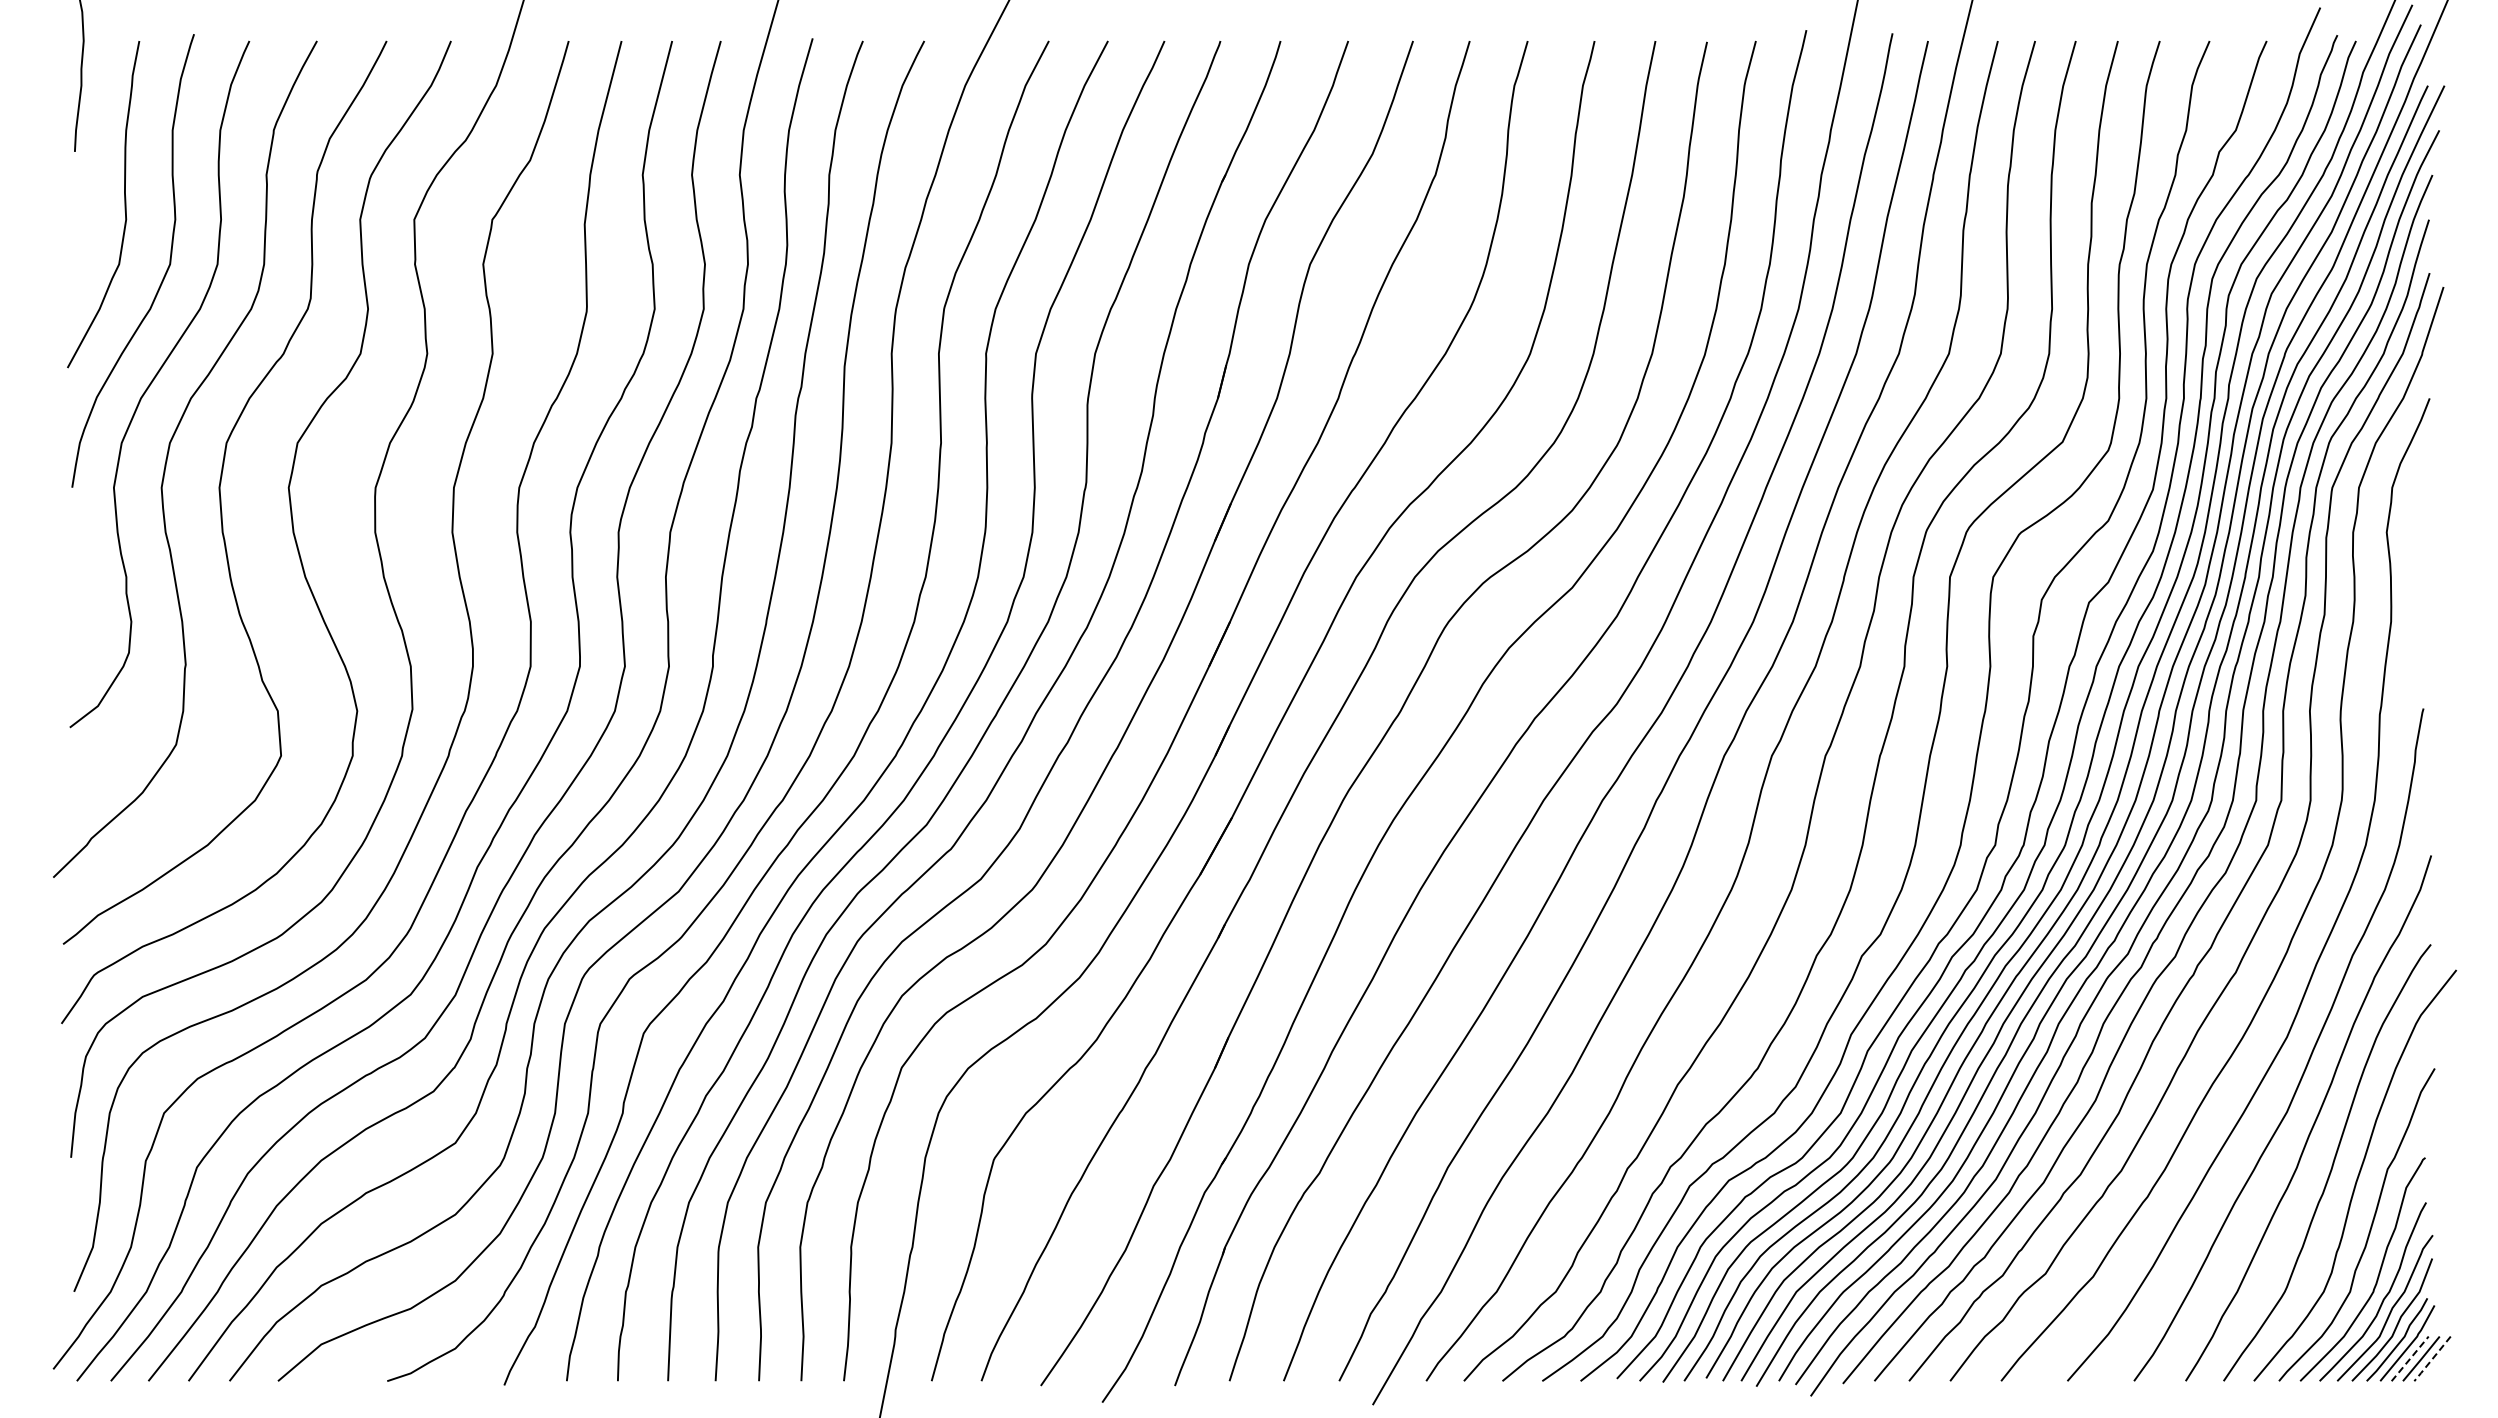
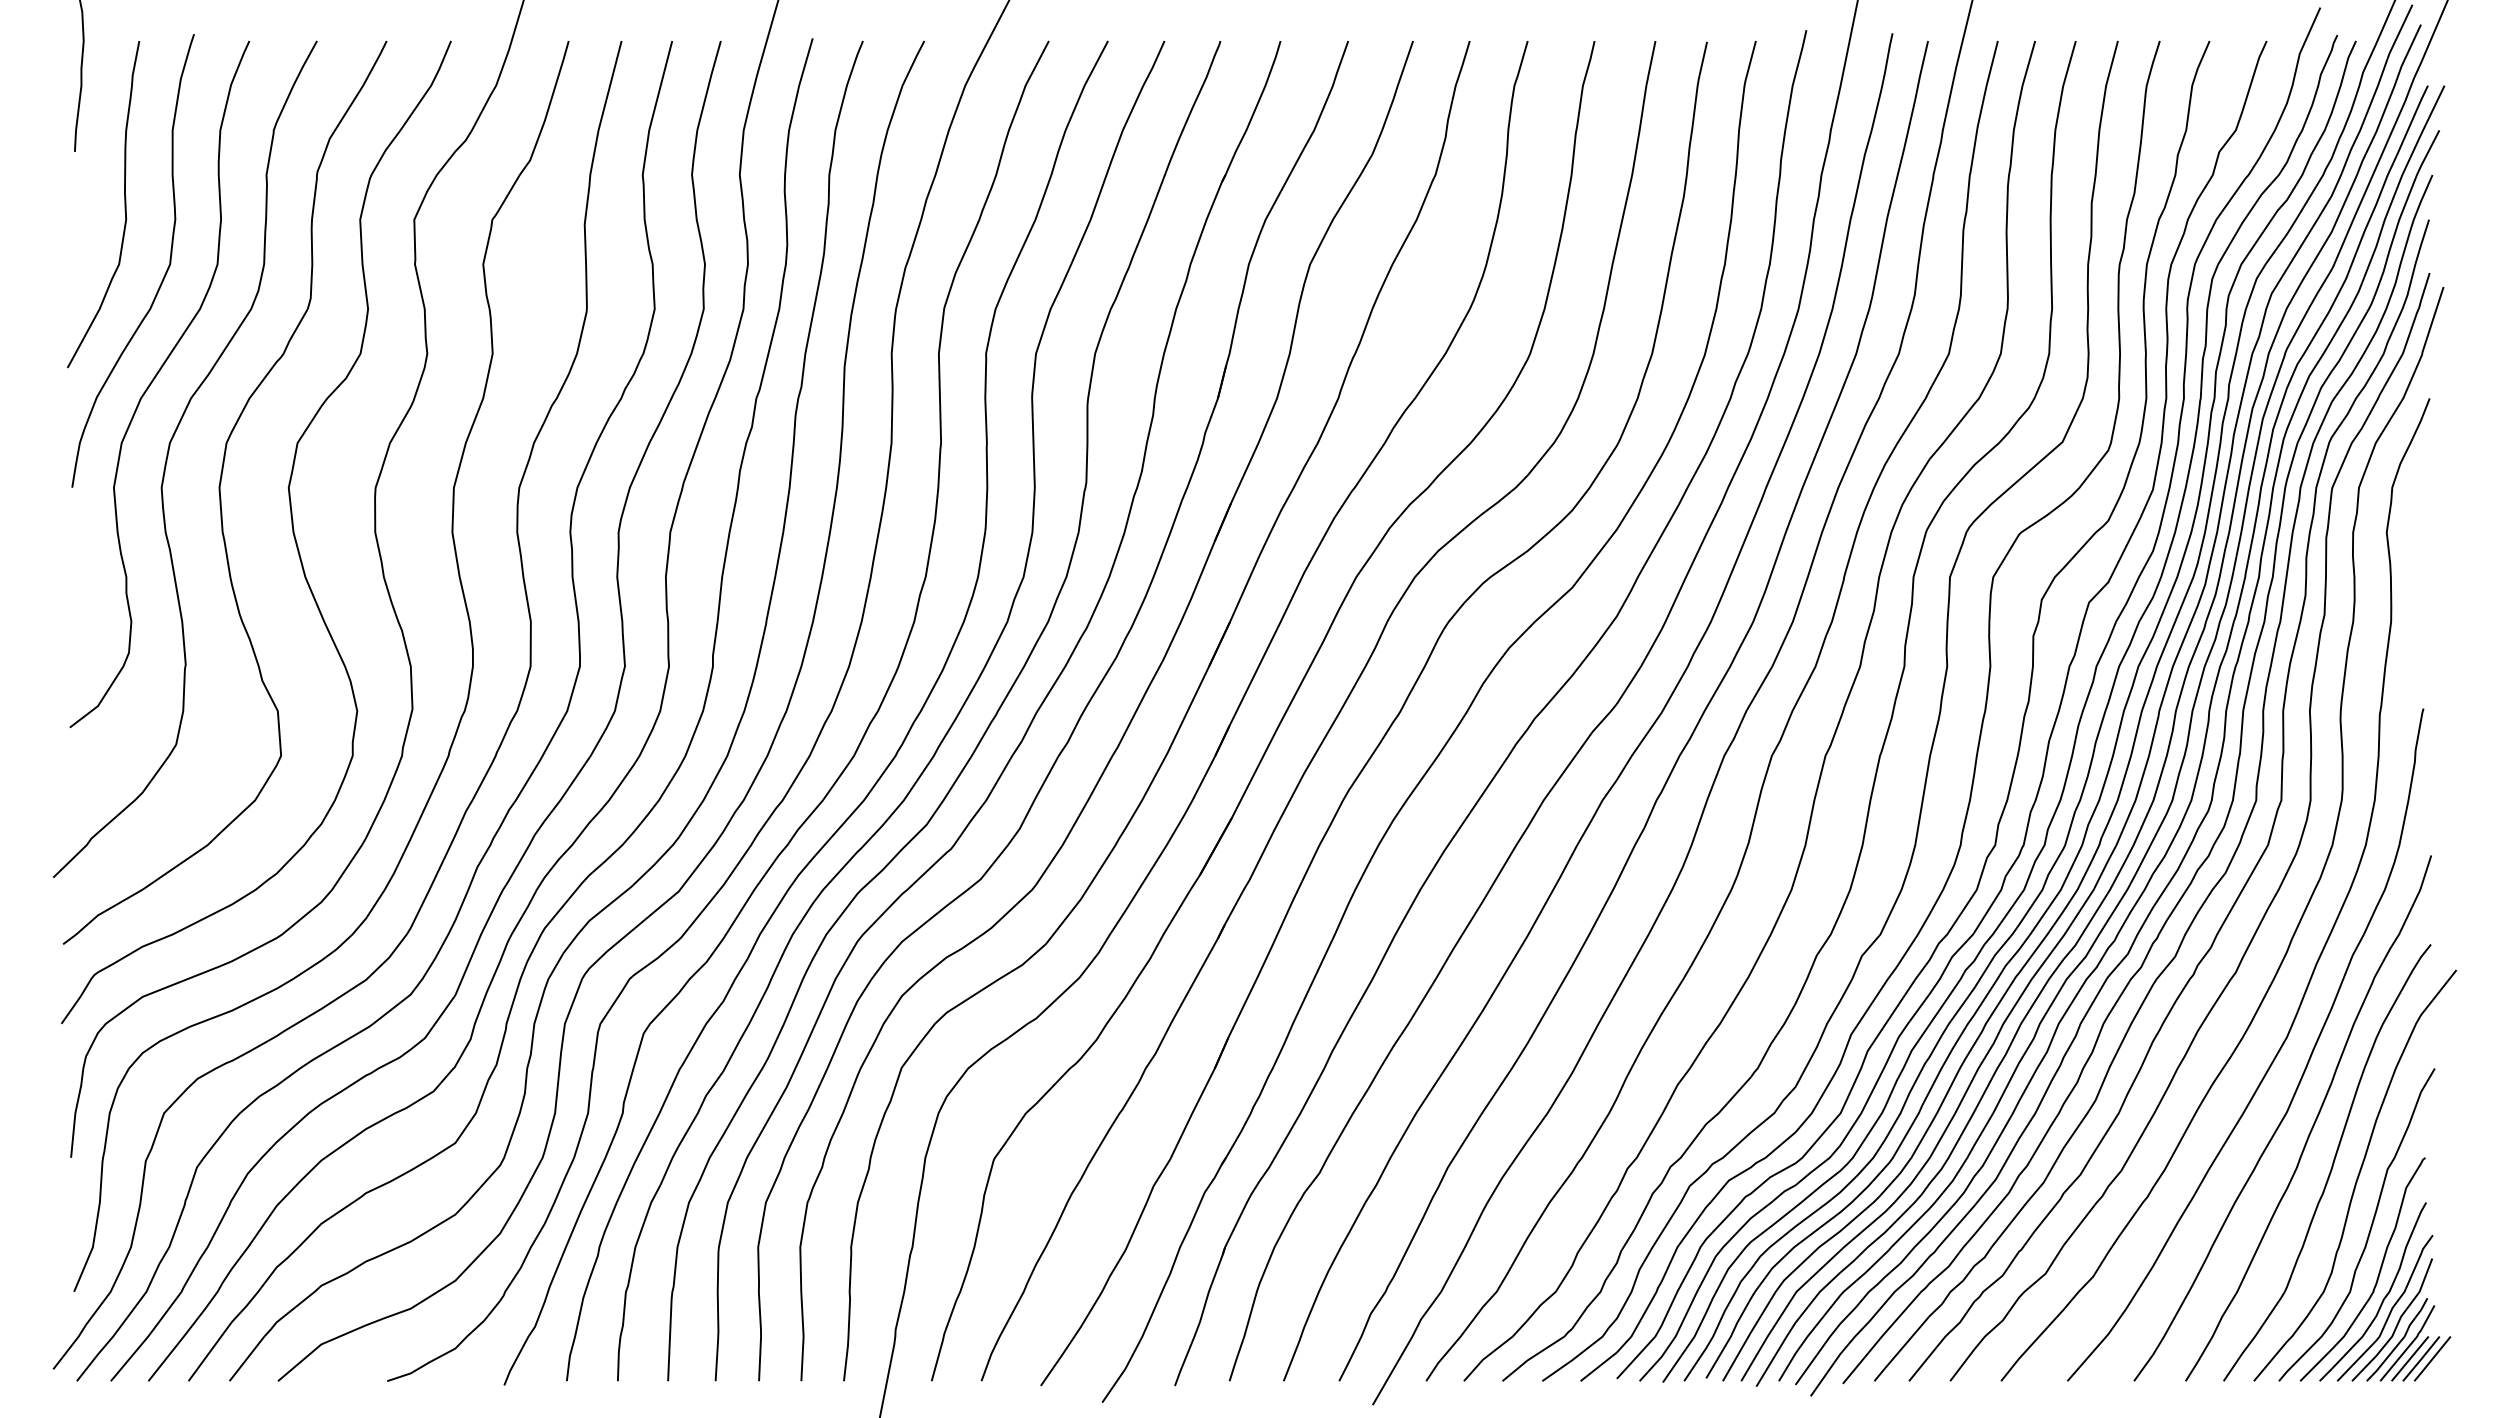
line at (2410, 1358): dashed -> solid
line at (2432, 1359): dashed -> solid
